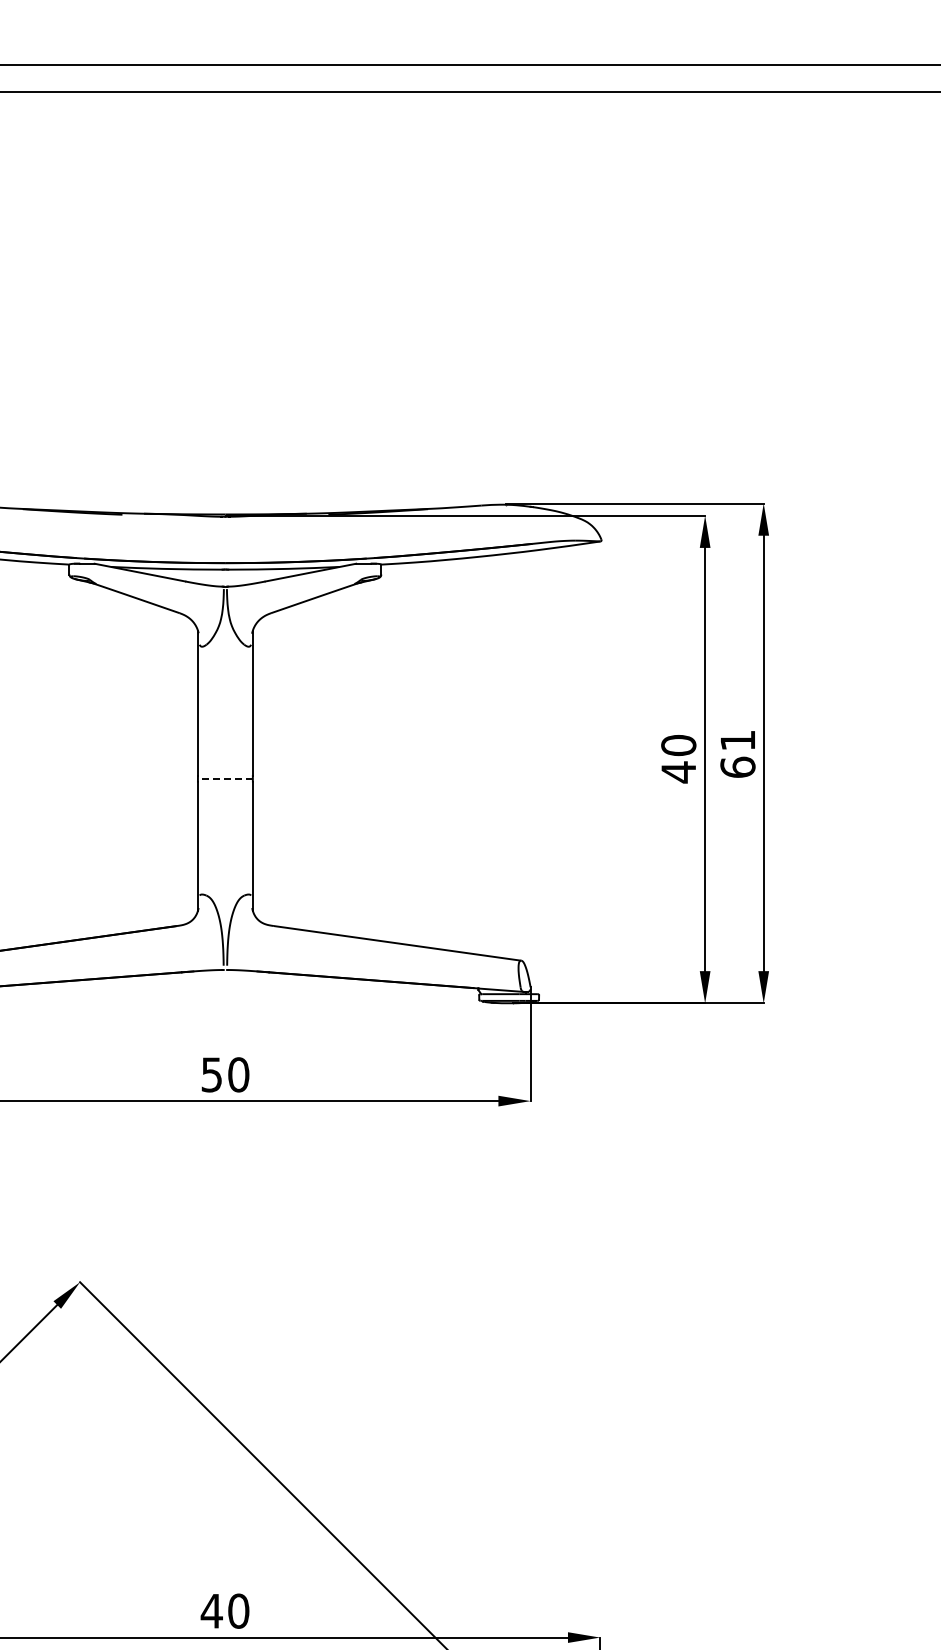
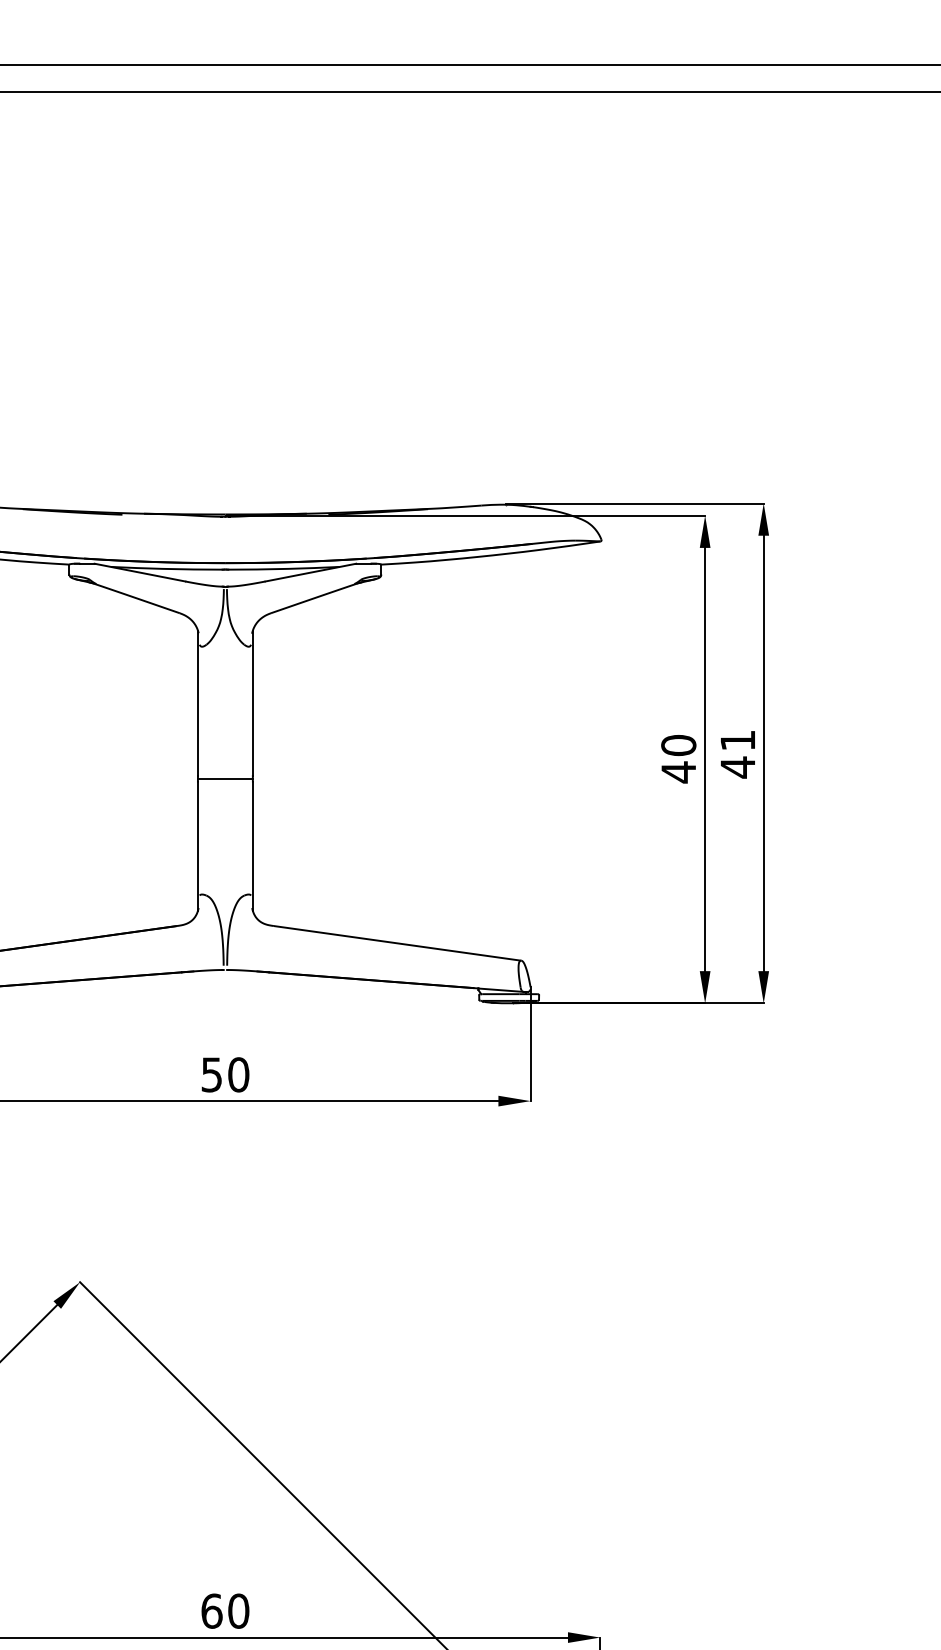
text at (737, 767): 61 -> 41
line at (224, 778): dashed -> solid
text at (211, 1610): 40 -> 60
